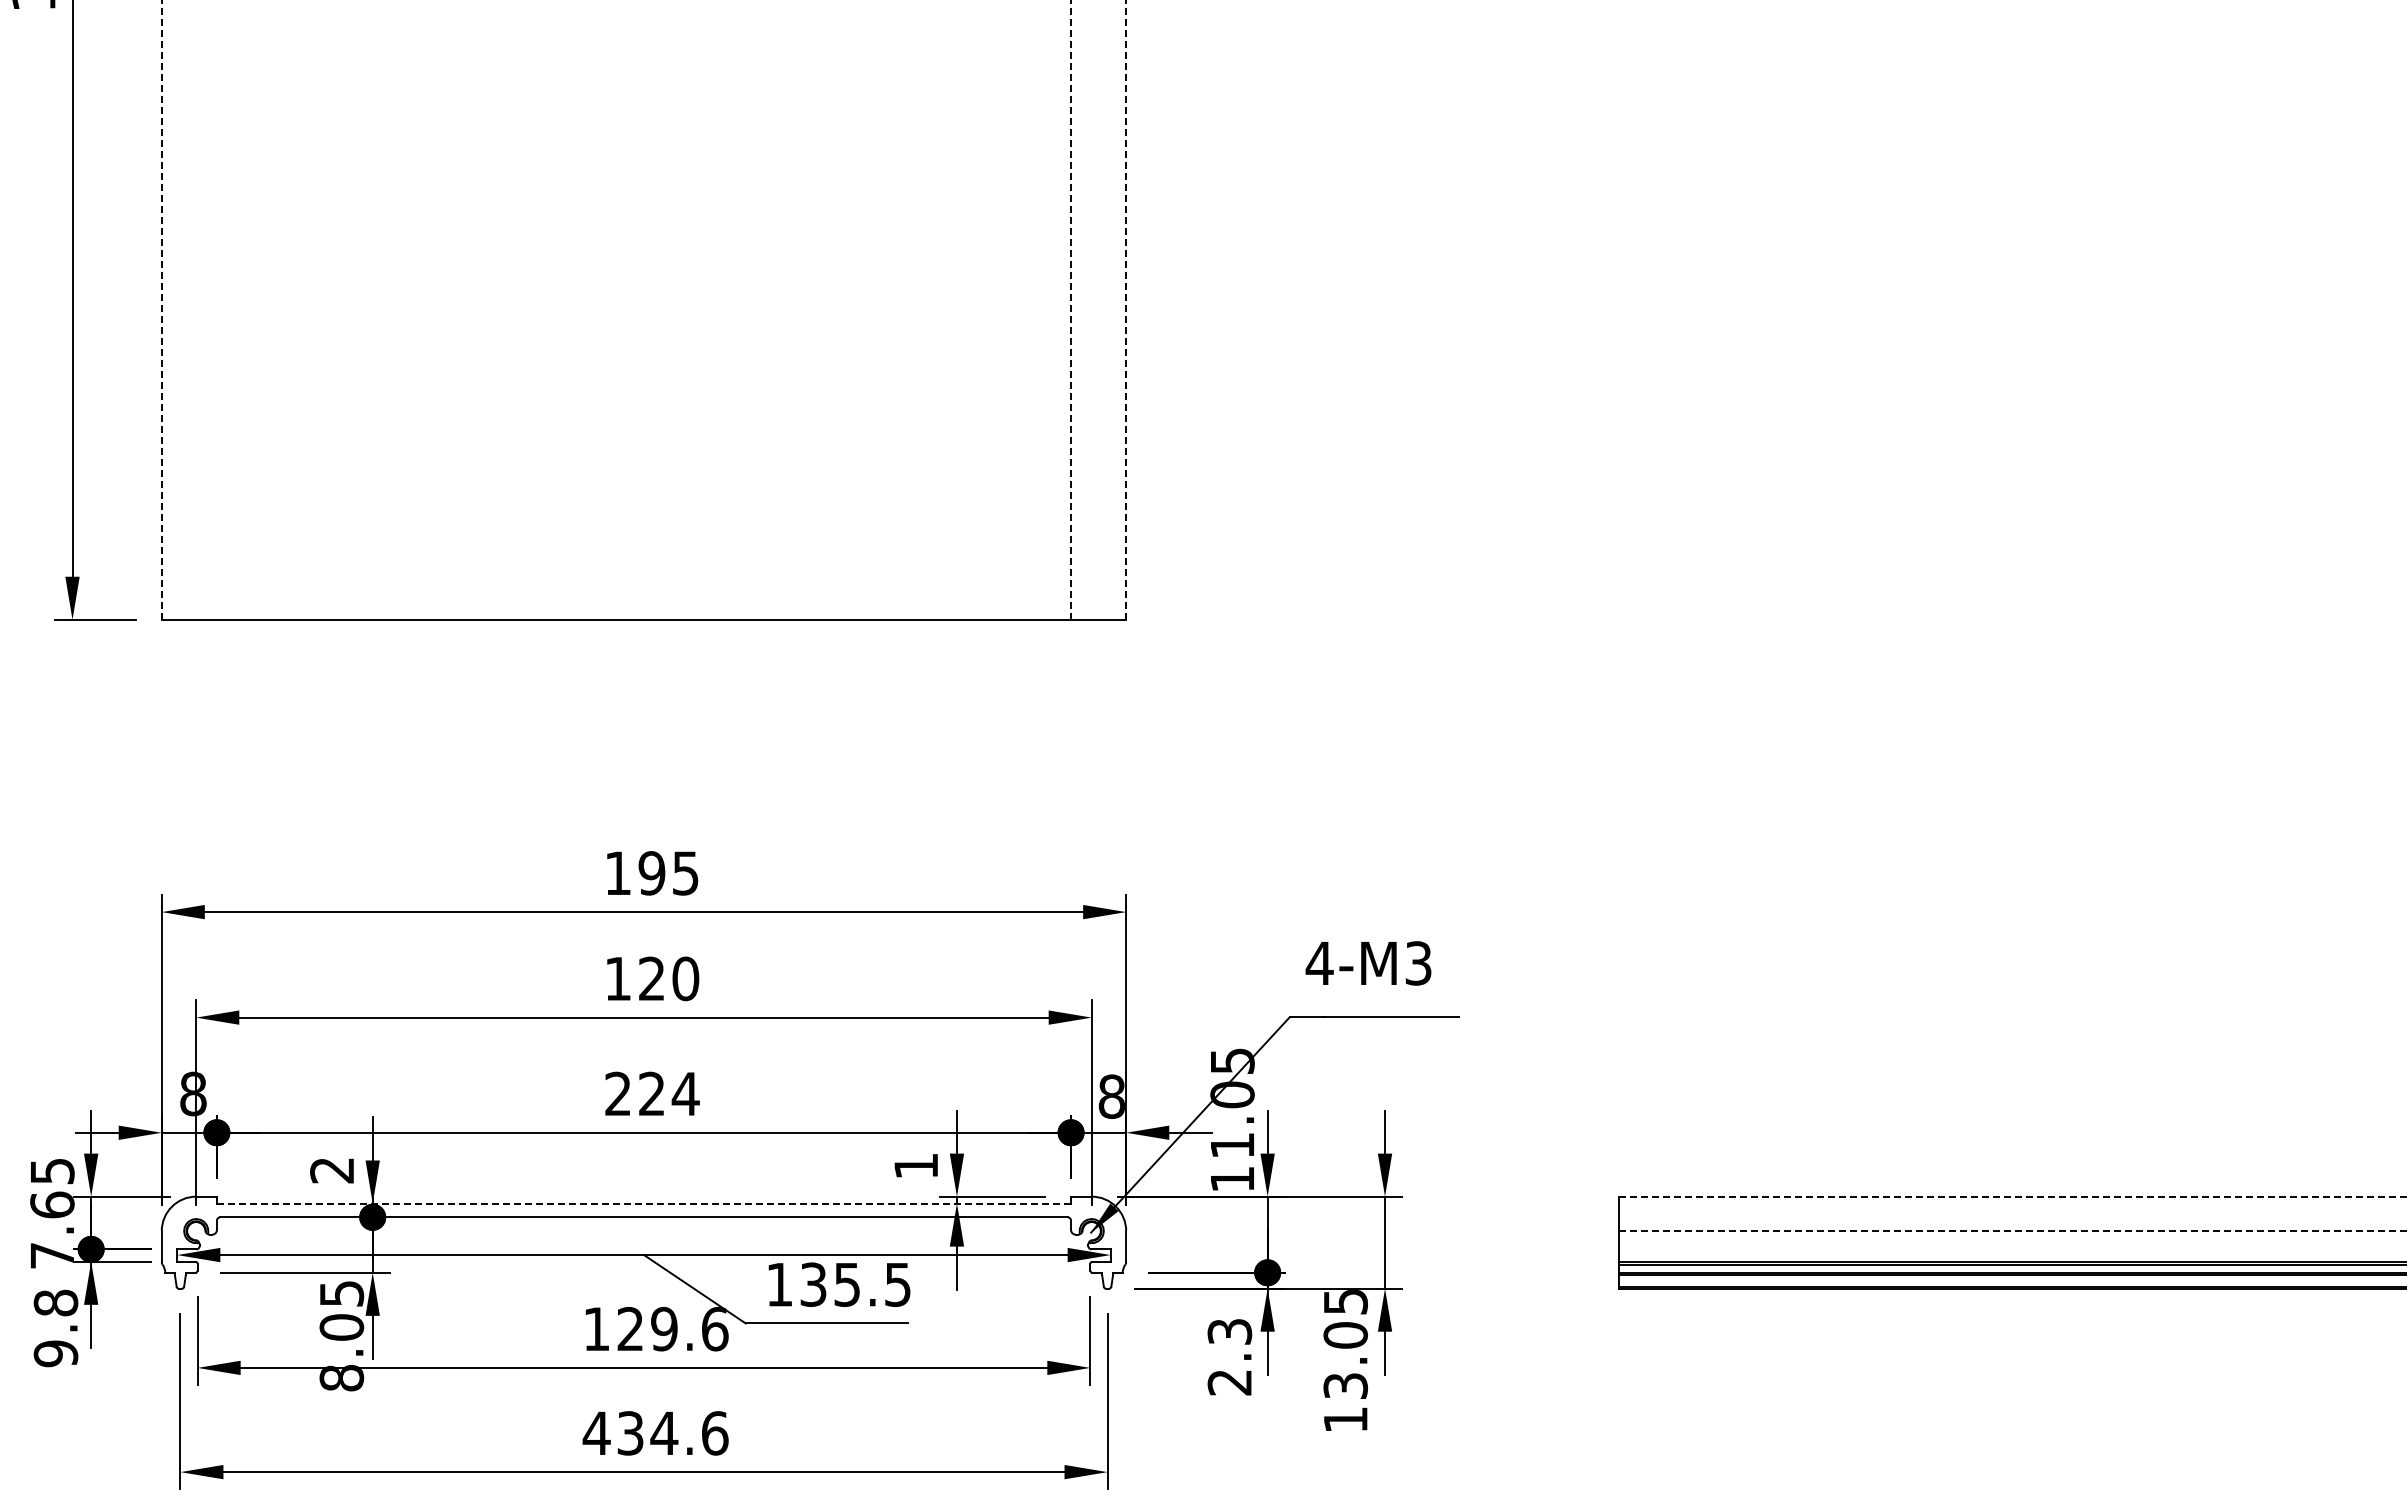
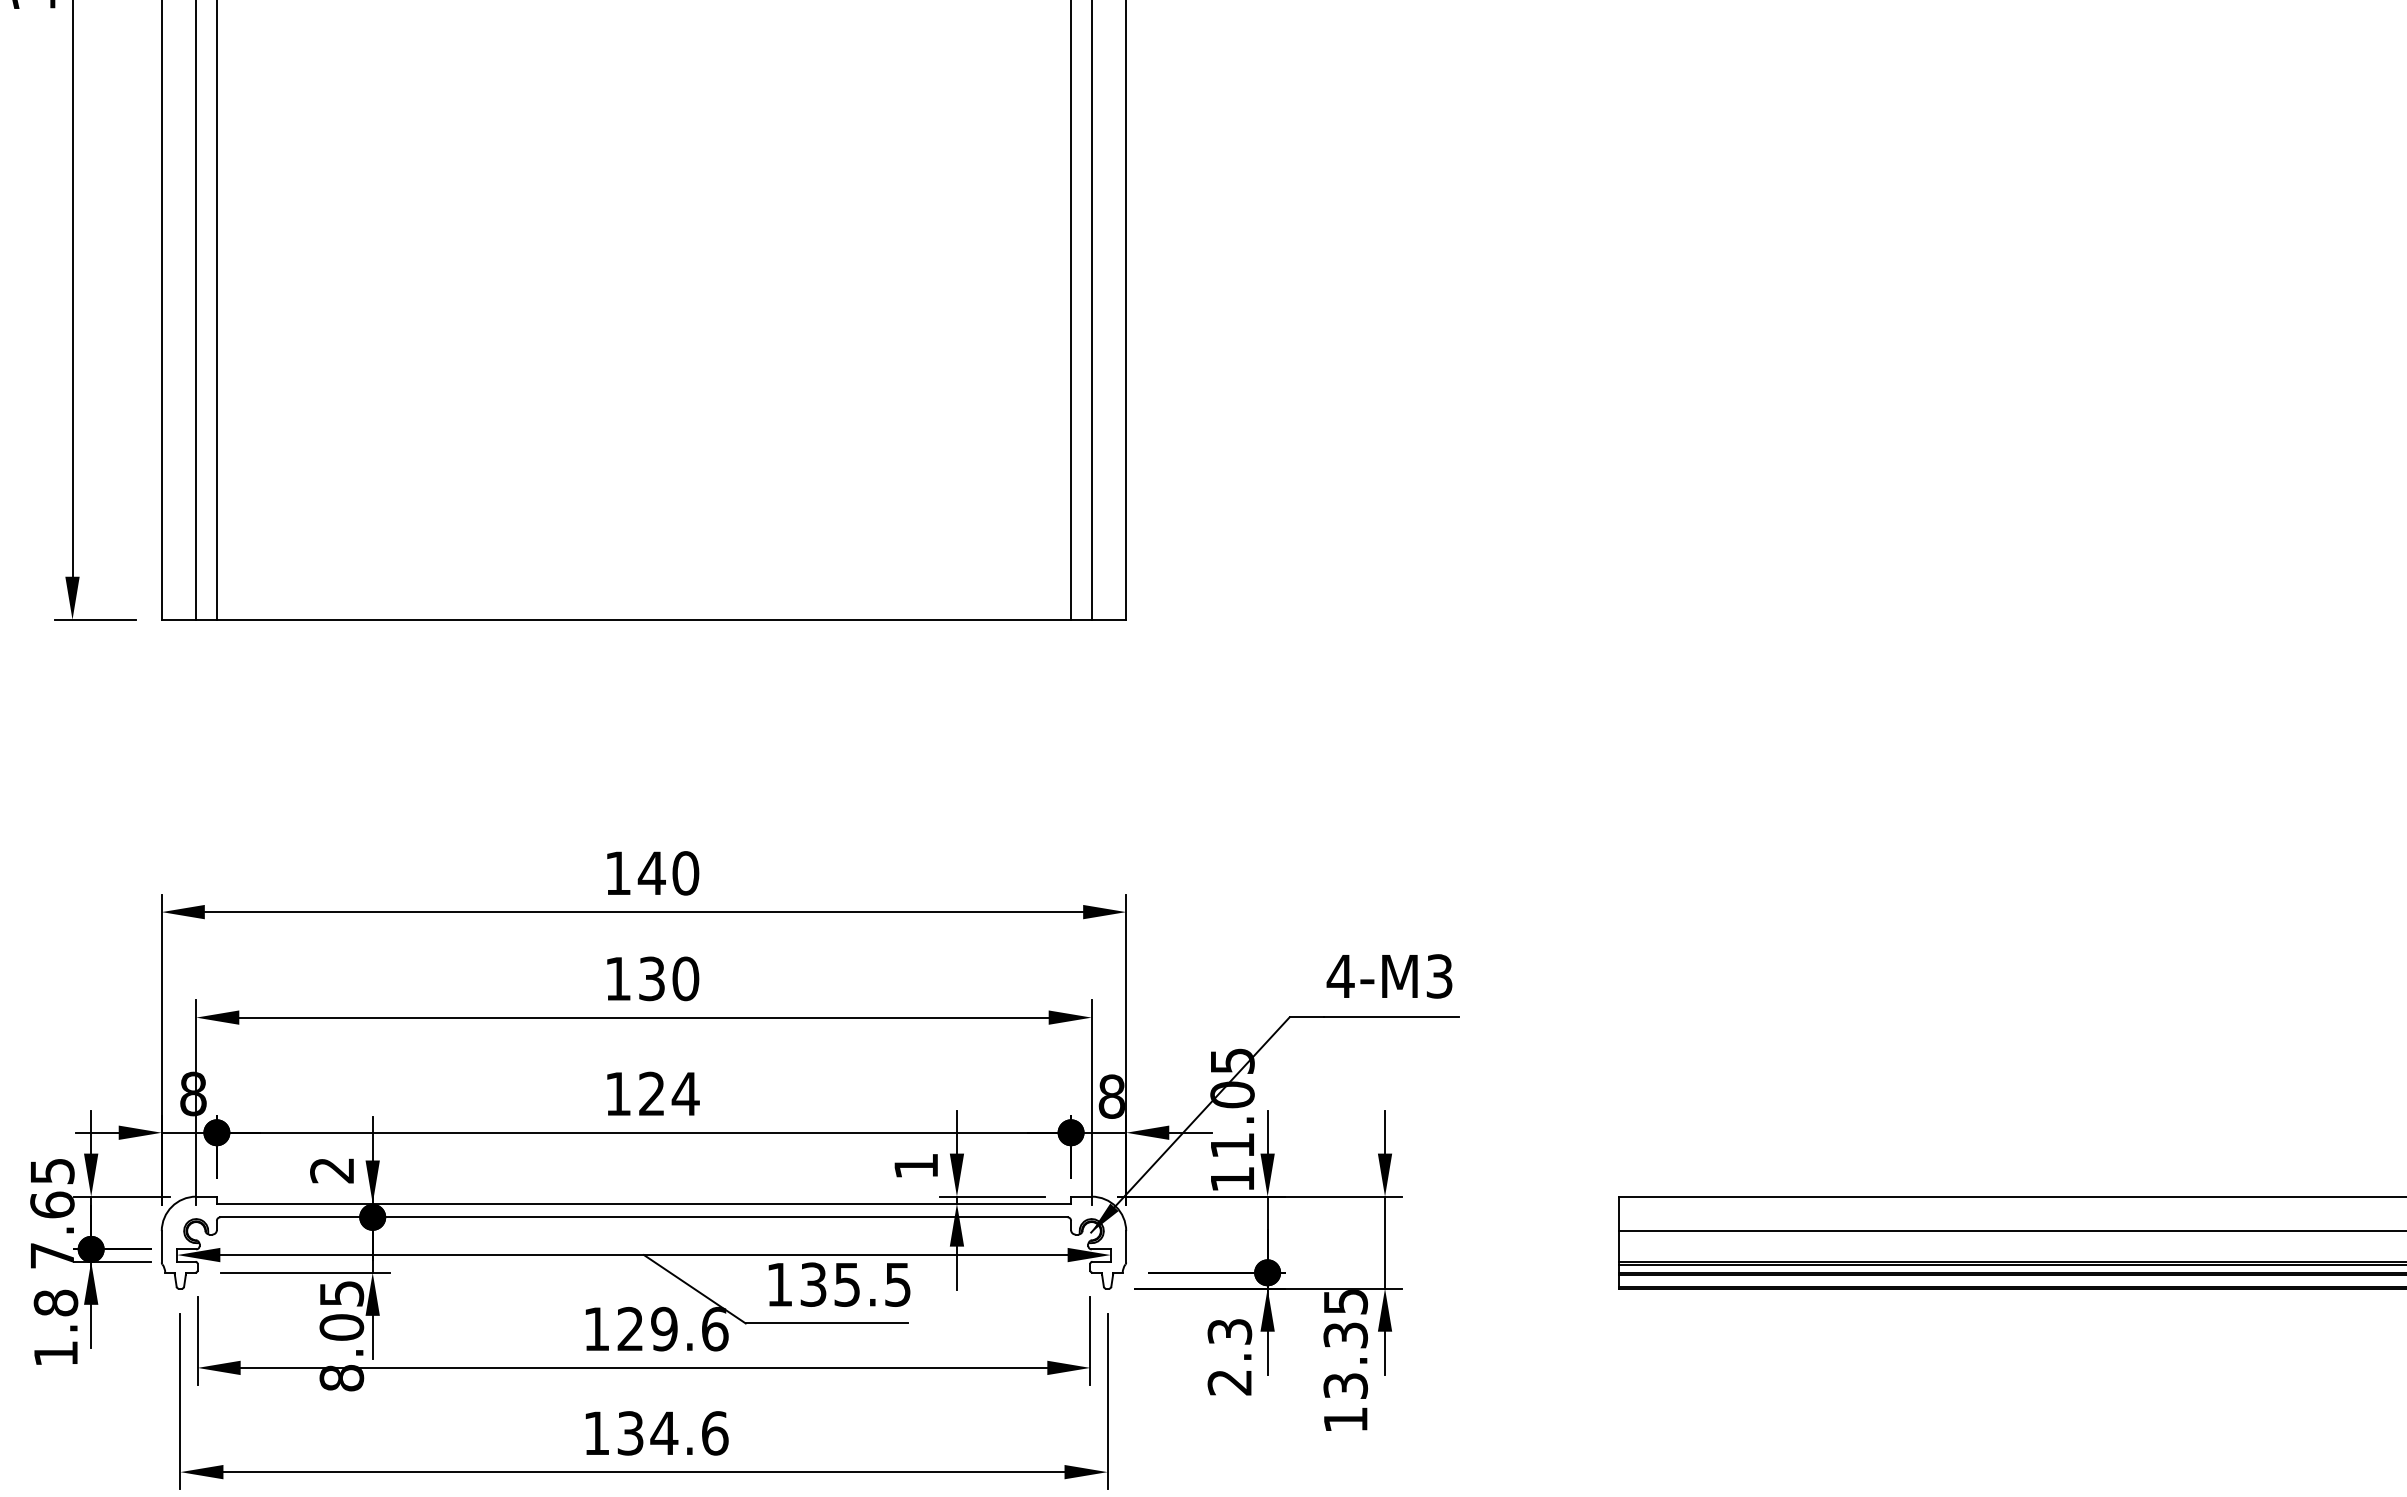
line at (161, 309): dashed -> solid
line at (1071, 309): dashed -> solid
line at (1126, 309): dashed -> solid
line at (196, 310): none -> present
line at (216, 310): none -> present
line at (1091, 310): none -> present
text at (668, 873): 195 -> 140
text at (1368, 963) position: (1368, 963) -> (1389, 976)
text at (651, 978): 120 -> 130
text at (617, 1093): 224 -> 124
line at (2012, 1196): dashed -> solid
line at (643, 1203): dashed -> solid
line at (2012, 1231): dashed -> solid
text at (1345, 1335): 13.05 -> 13.35
text at (55, 1353): 9.8 -> 1.8
text at (596, 1432): 434.6 -> 134.6
